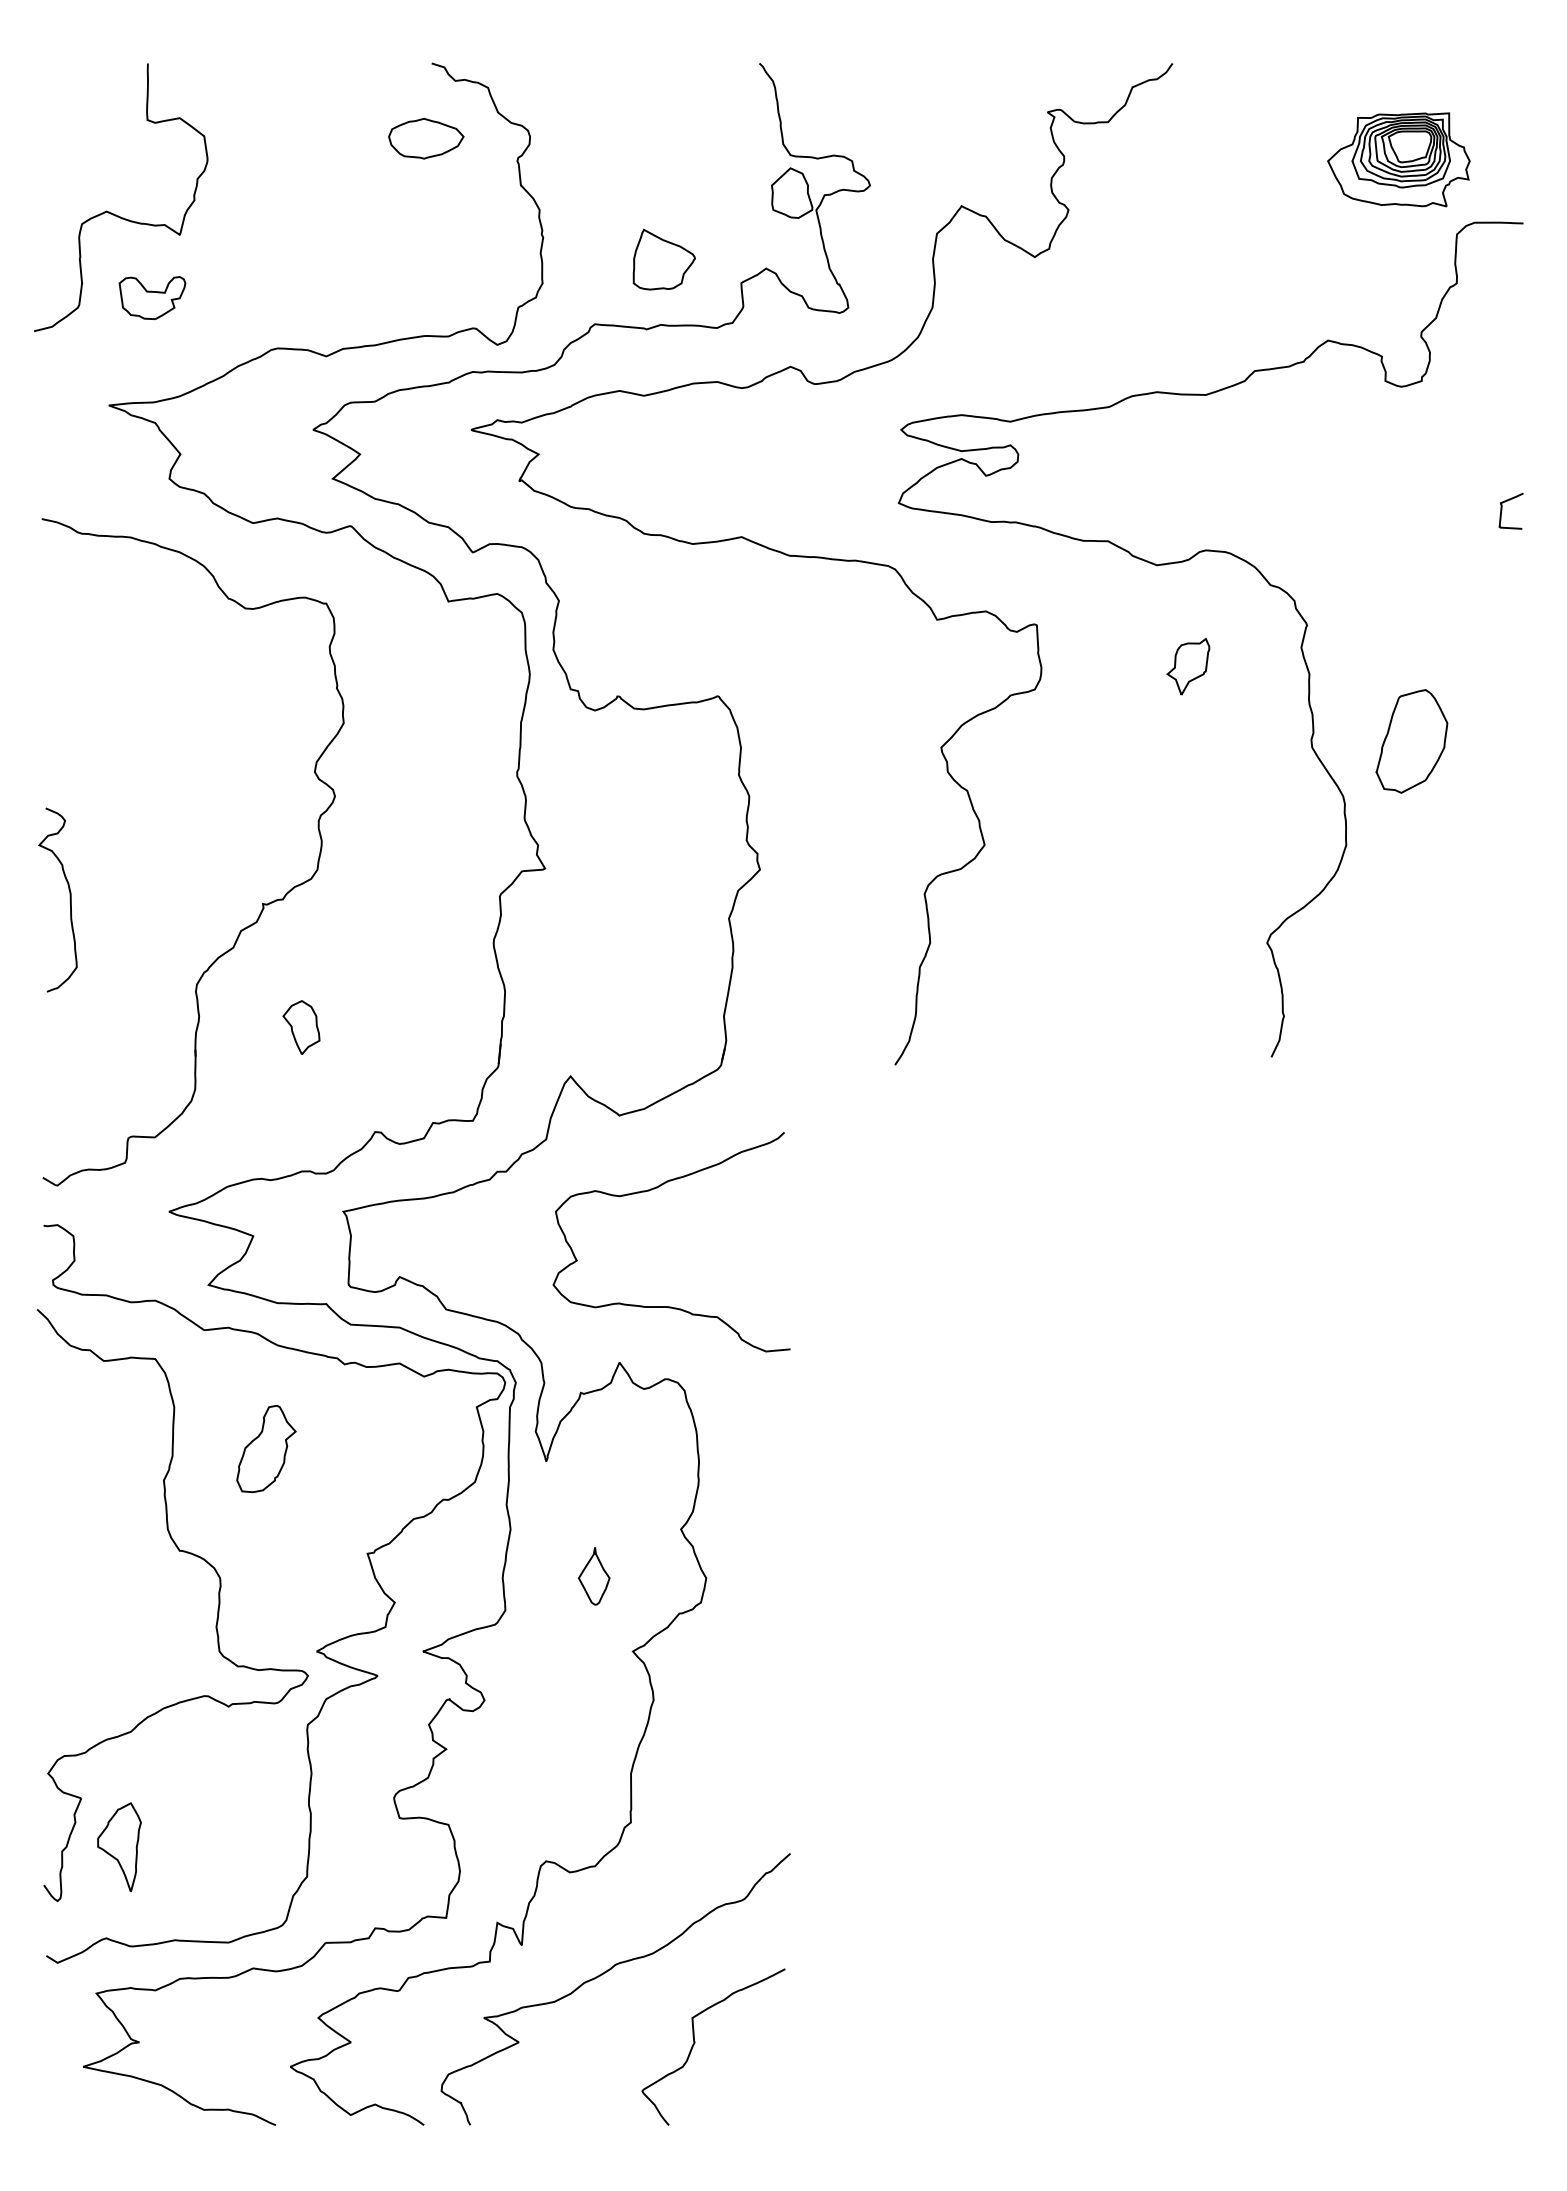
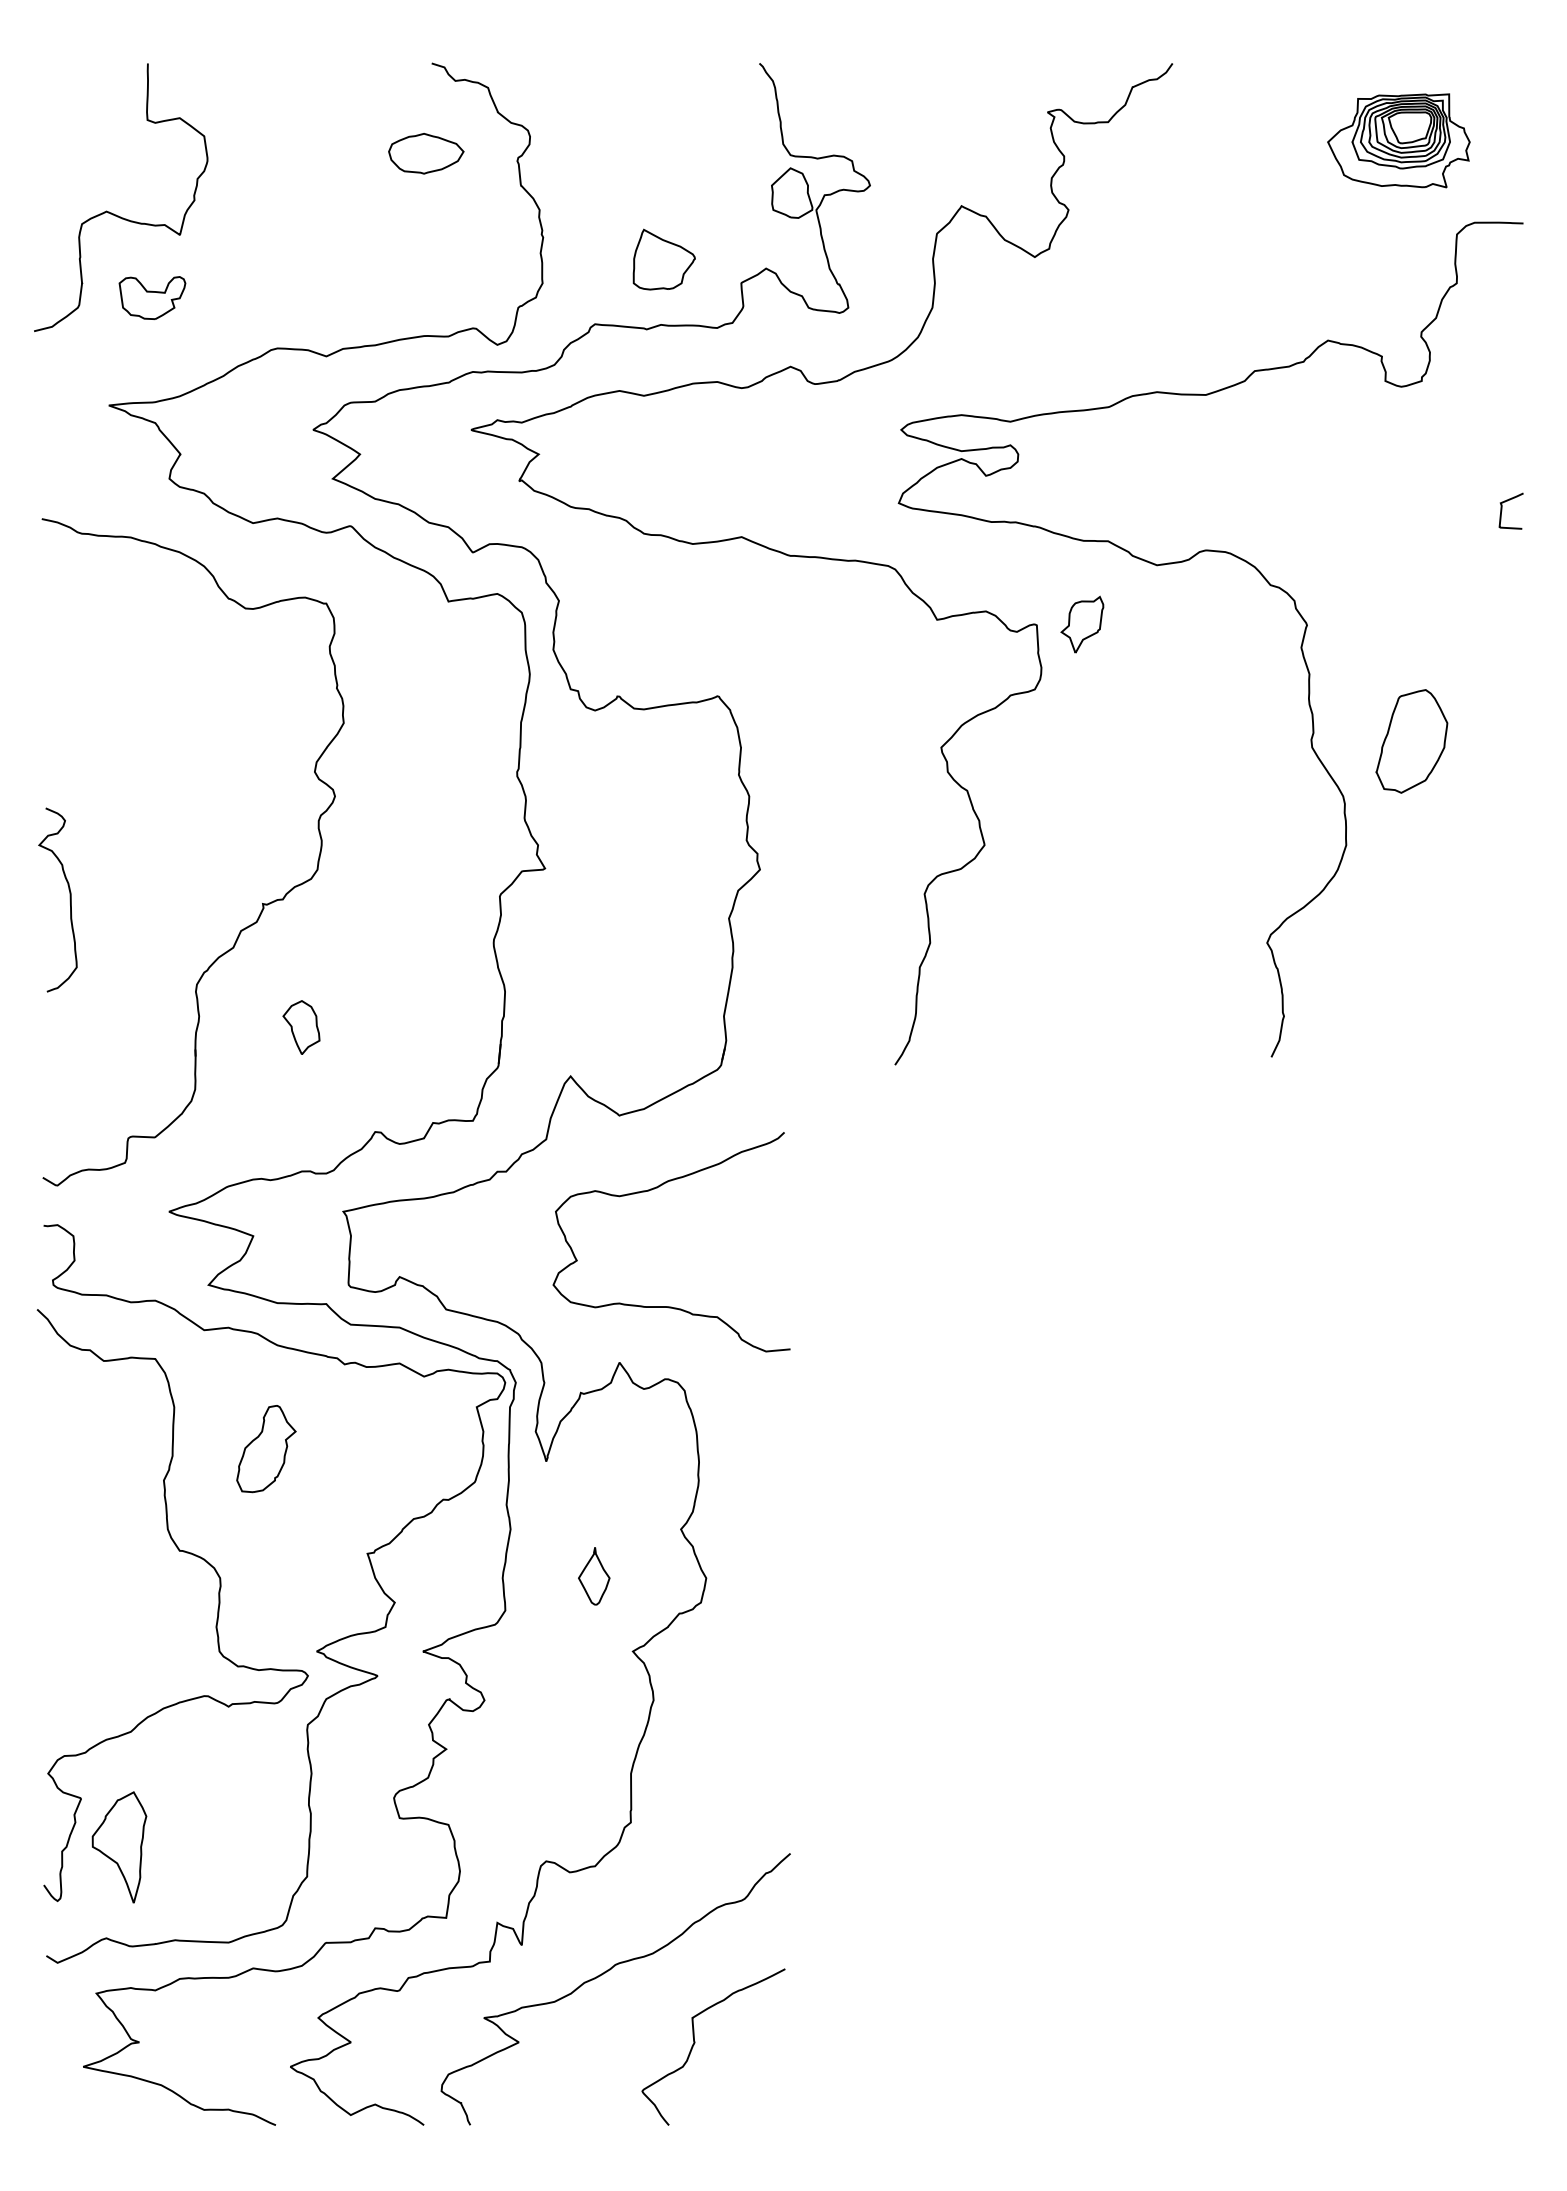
part at (426, 138) position: (426, 138) -> (426, 153)
part at (1398, 159) position: (1398, 159) -> (1398, 140)
part at (1188, 666) position: (1188, 666) -> (1082, 624)
part at (119, 1846) size: 45x90 px -> 57x113 px
